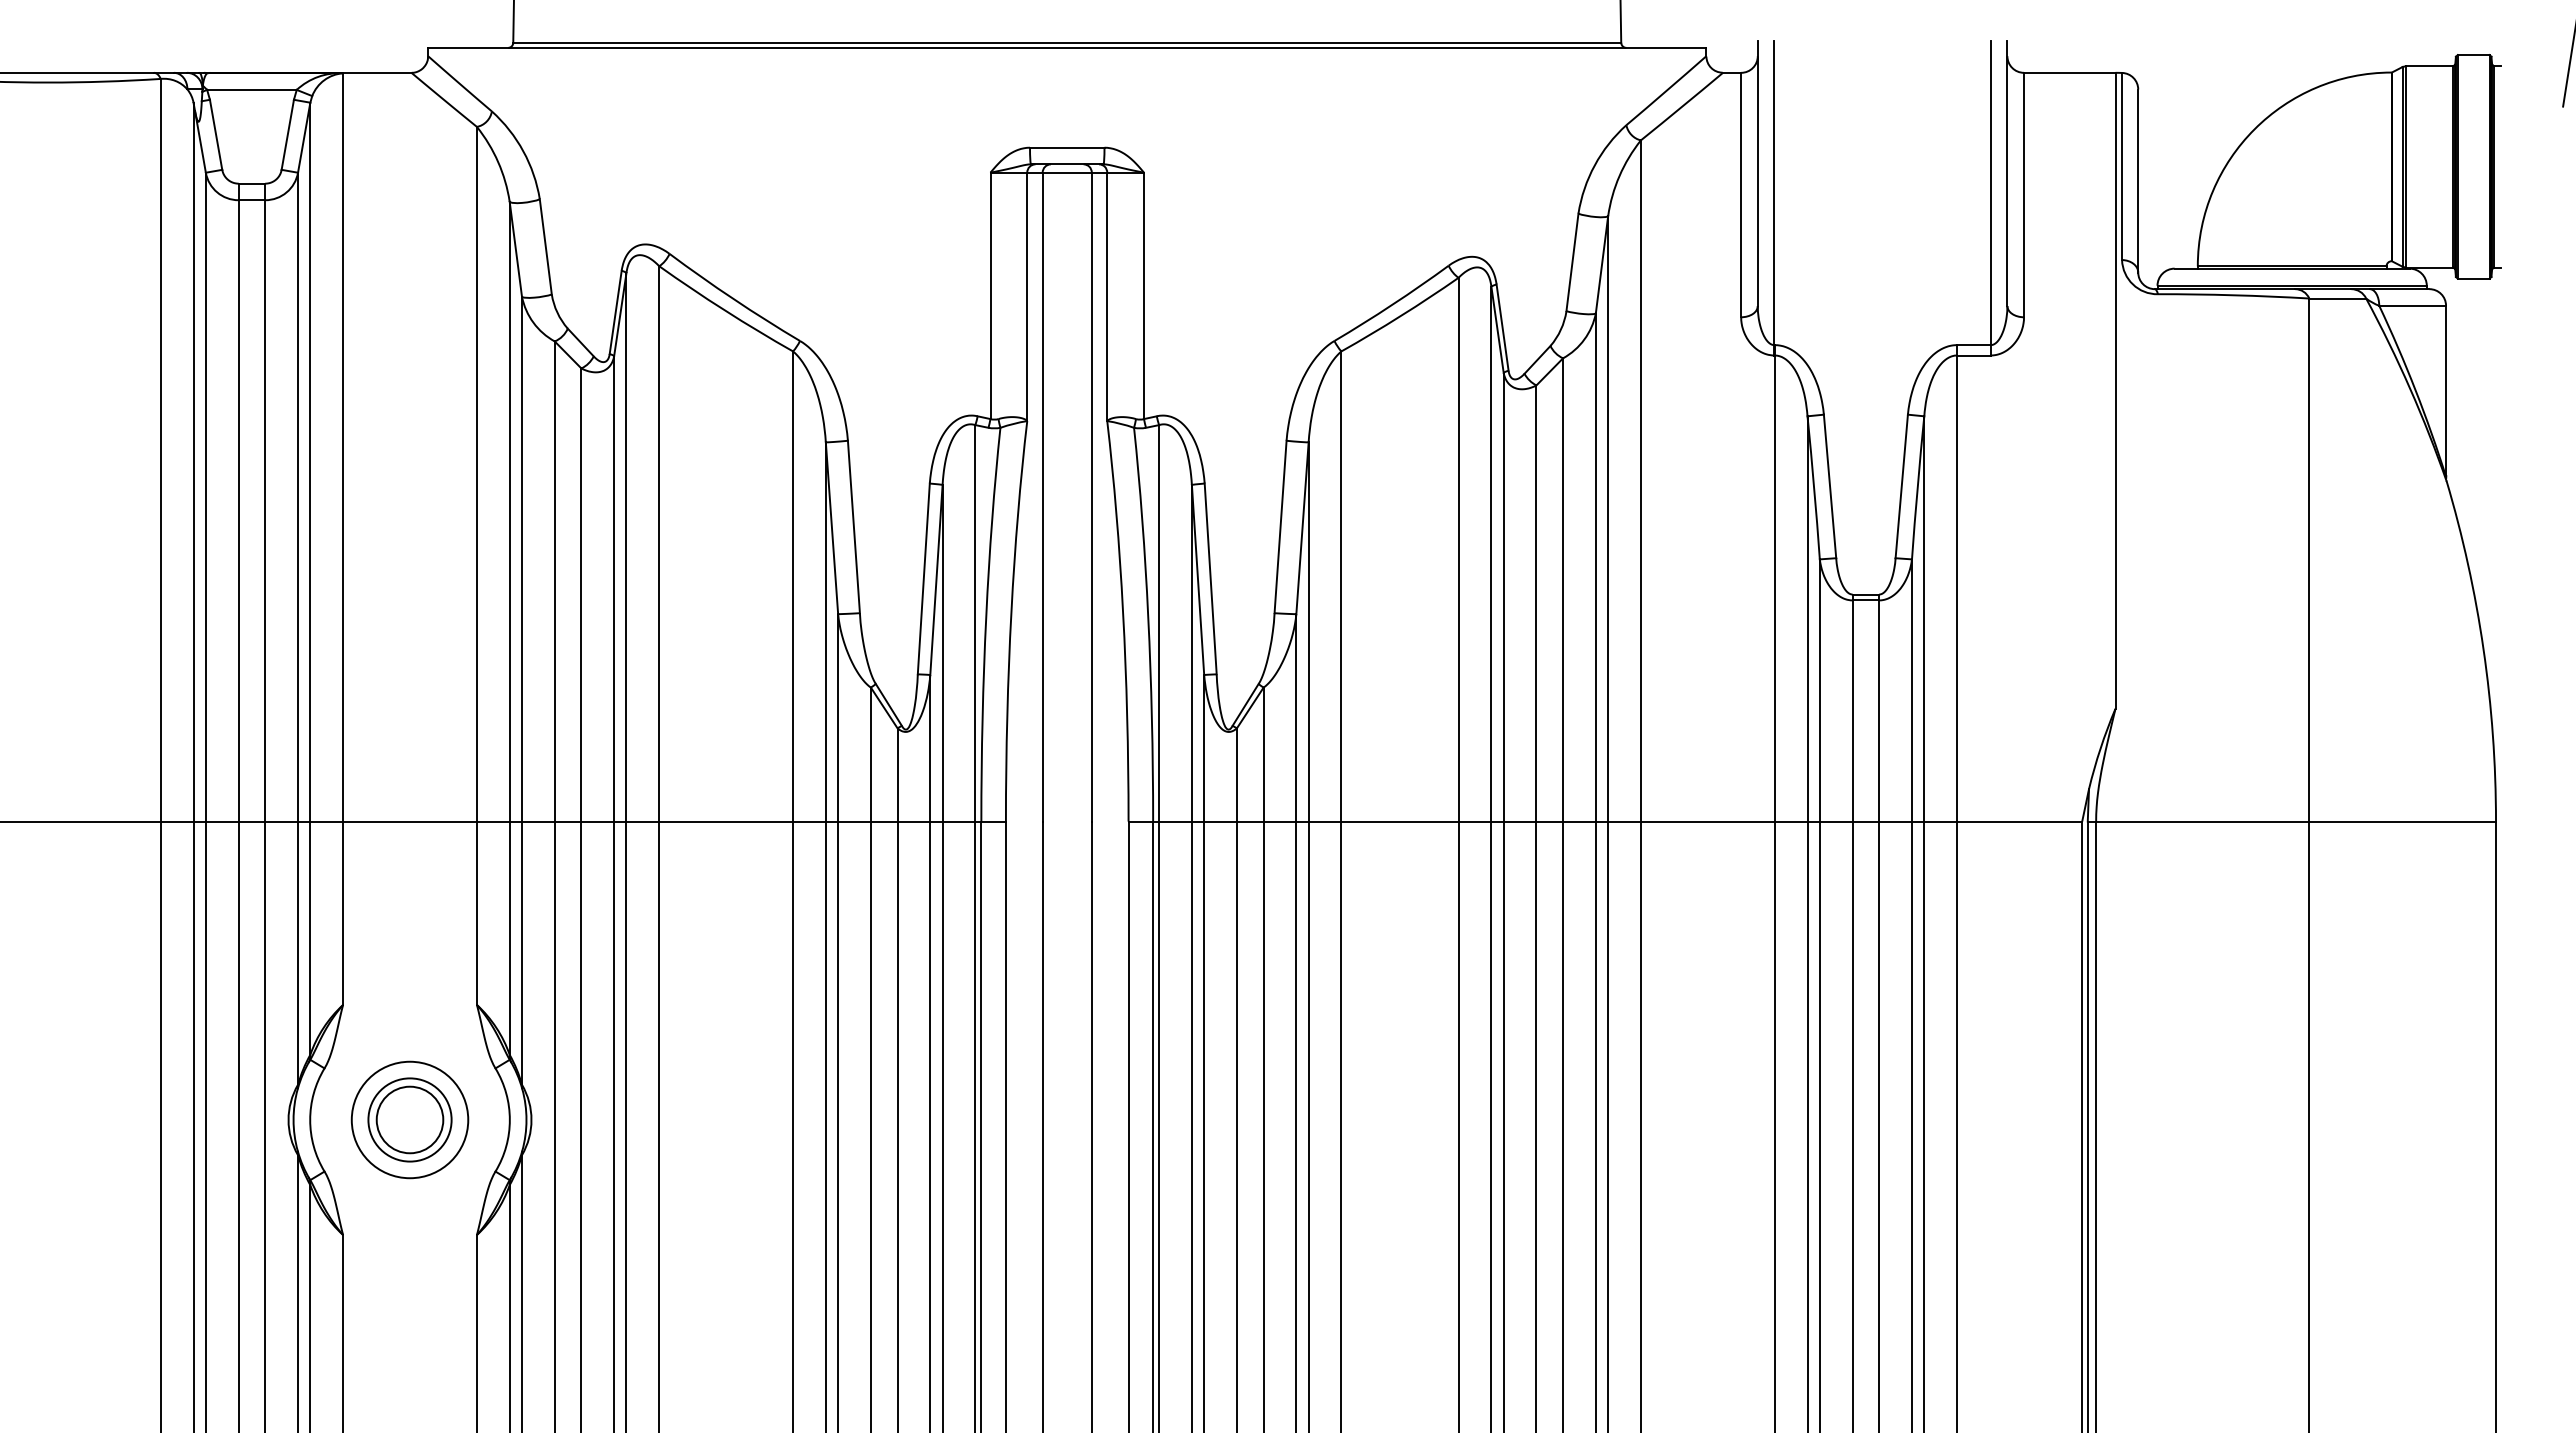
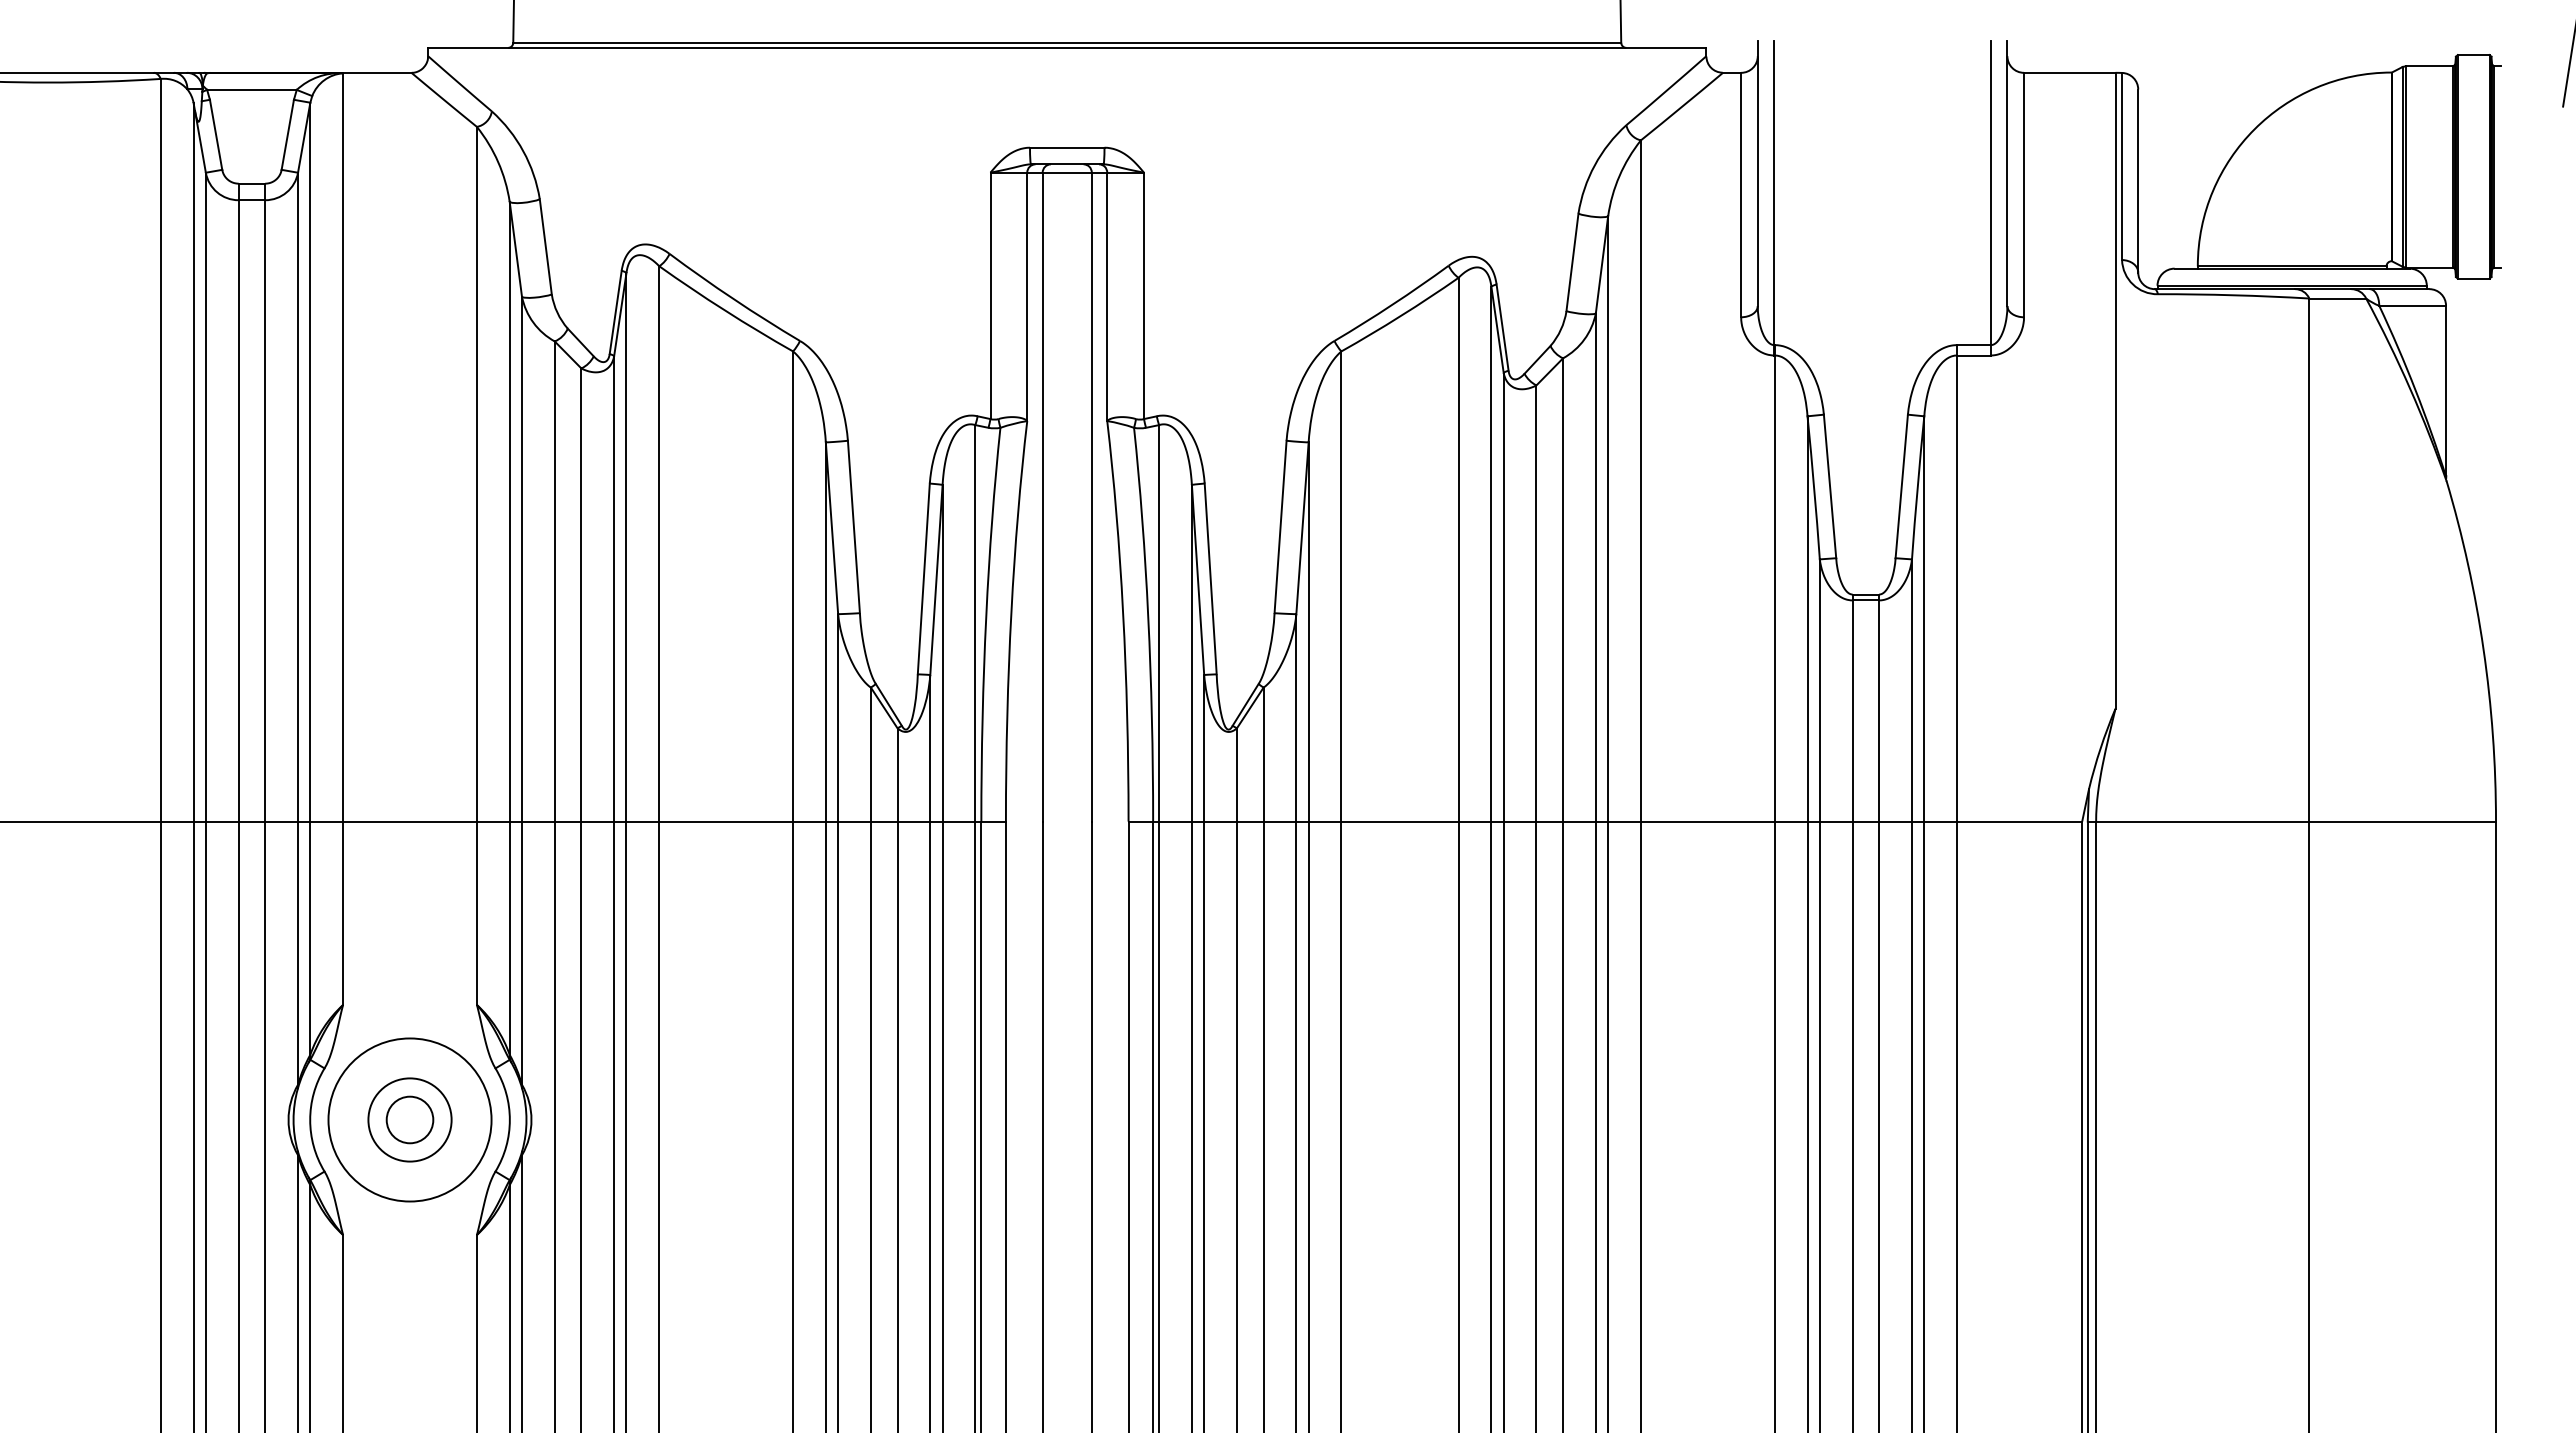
circle at (409, 1119) diameter: 116 px -> 163 px
circle at (409, 1119) diameter: 67 px -> 47 px
